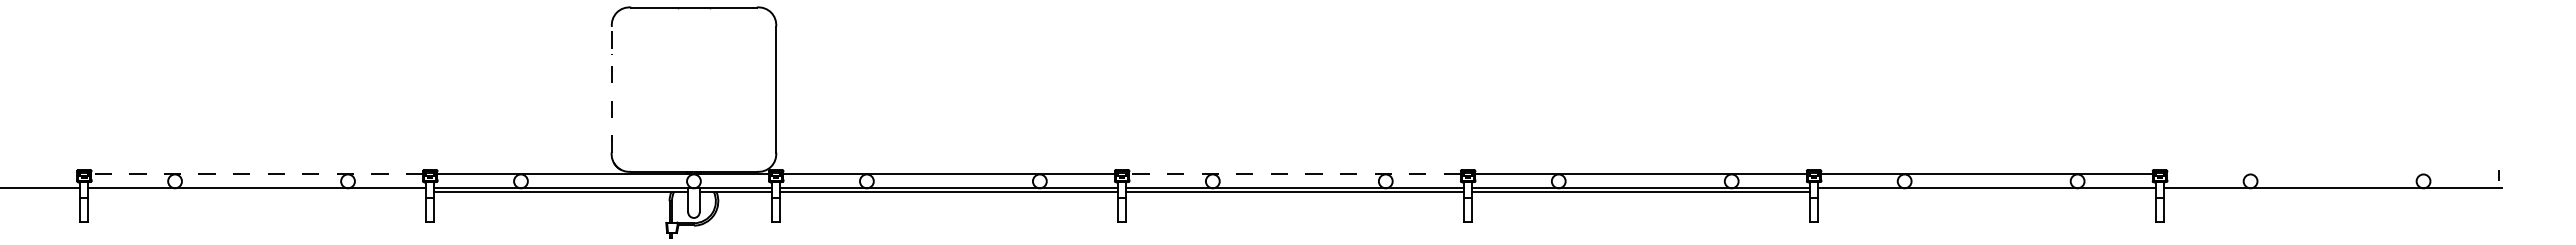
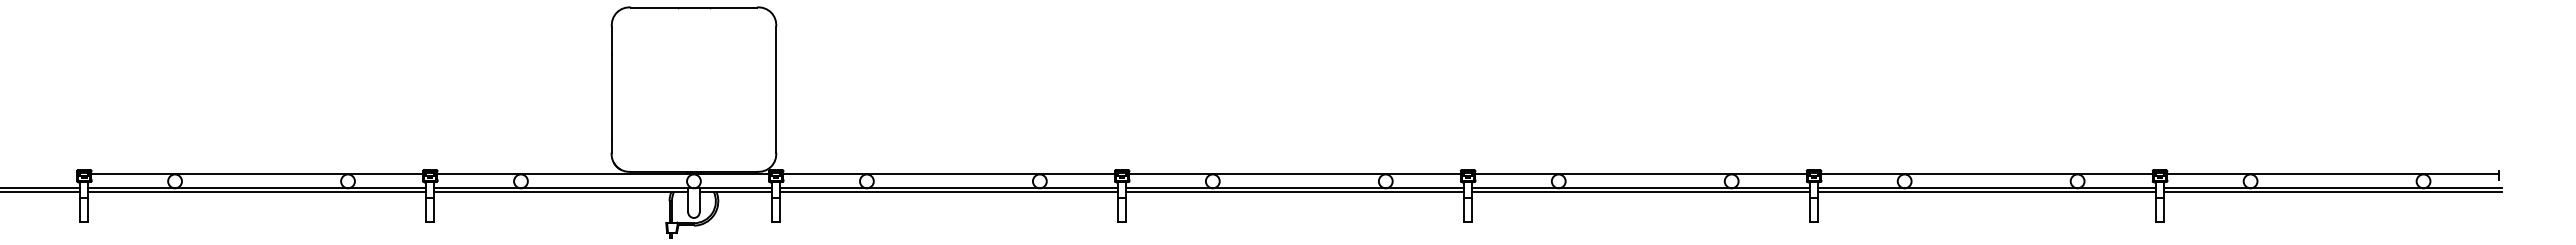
line at (611, 89): dashed -> solid
line at (257, 174): dashed -> solid
line at (1295, 174): dashed -> solid
line at (2332, 174): none -> present
line at (41, 191): none -> present
line at (257, 191): none -> present
line at (1986, 191): none -> present
line at (2332, 191): none -> present
